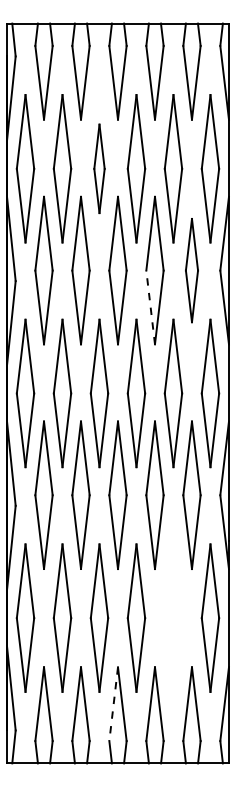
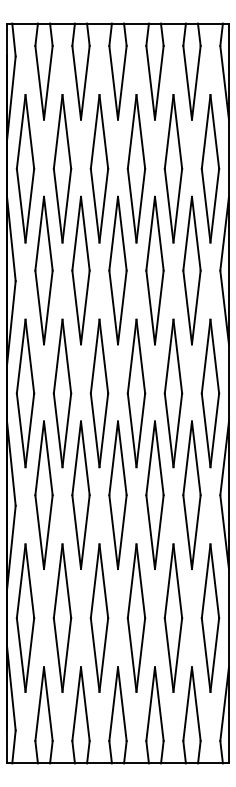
part at (99, 168) size: 13x92 px -> 21x150 px
part at (191, 270) size: 14x106 px -> 20x151 px
line at (150, 307): dashed -> solid
part at (173, 617): none -> present
line at (113, 704): dashed -> solid
